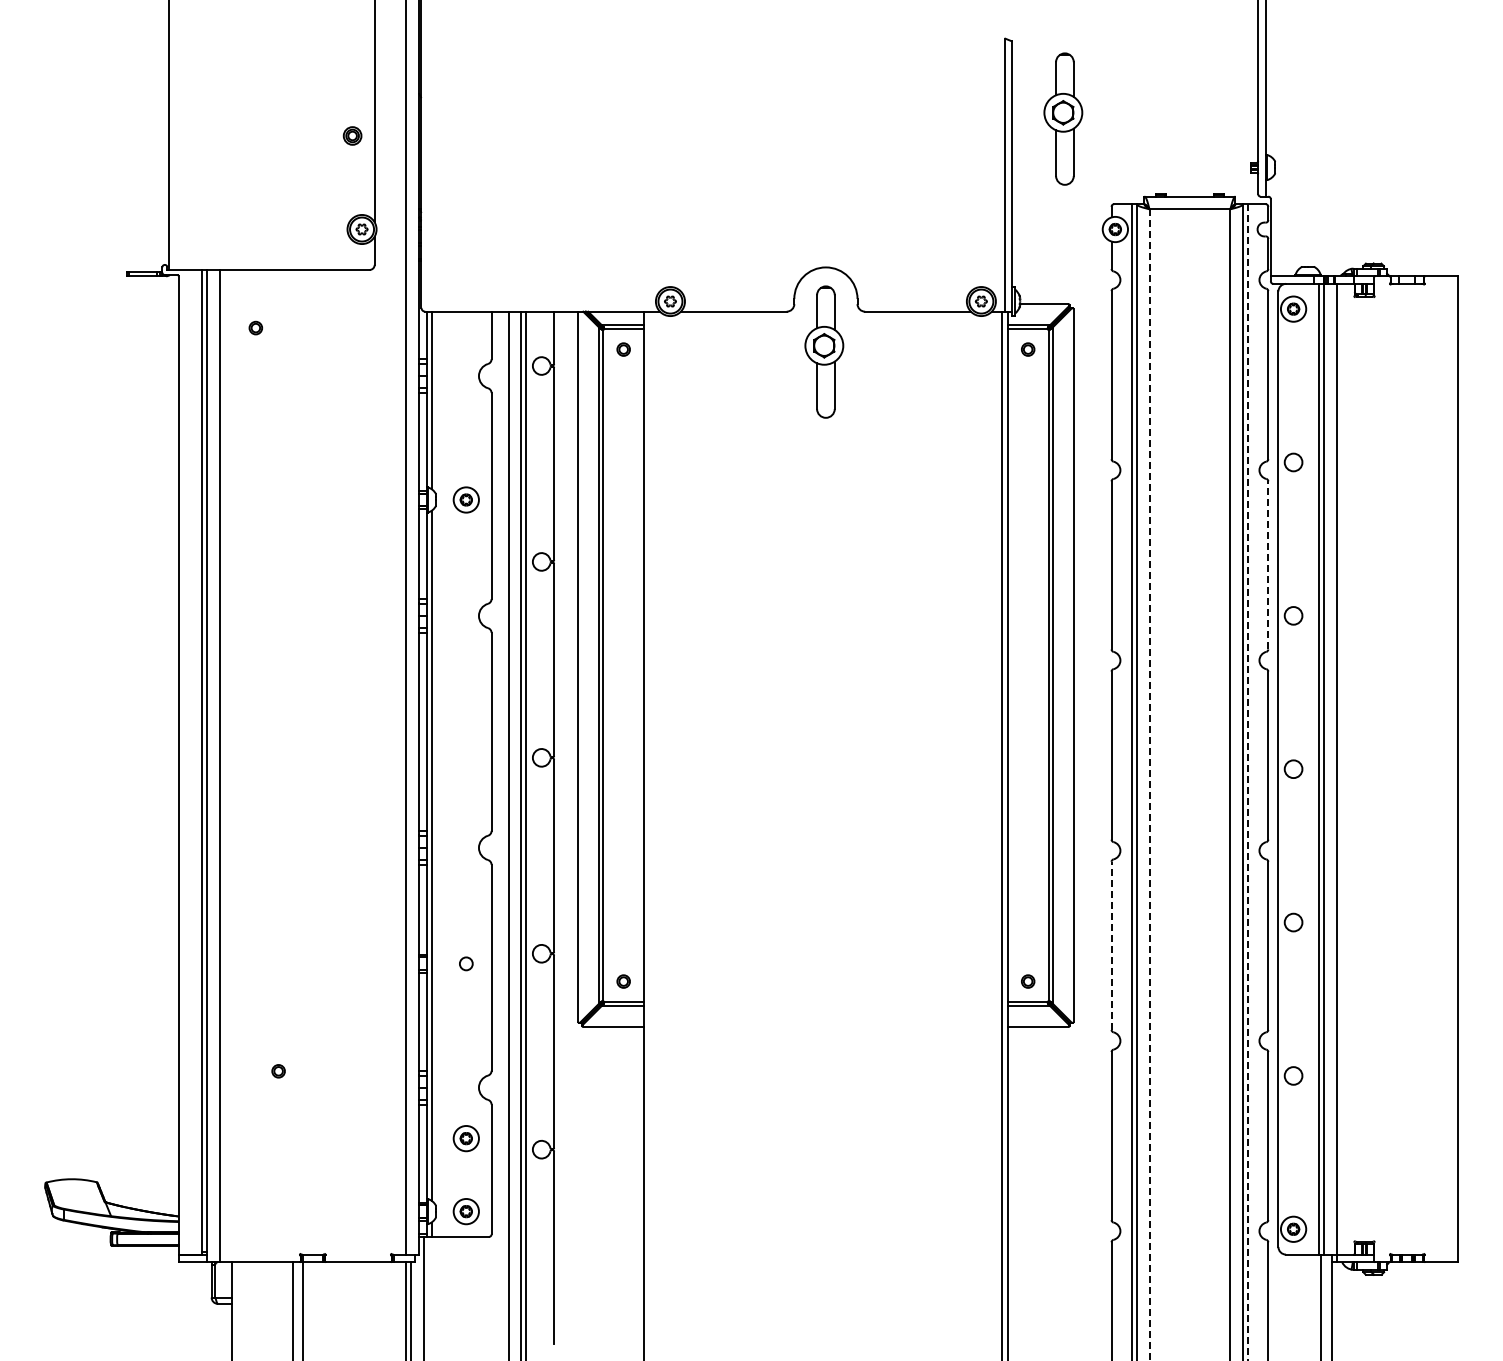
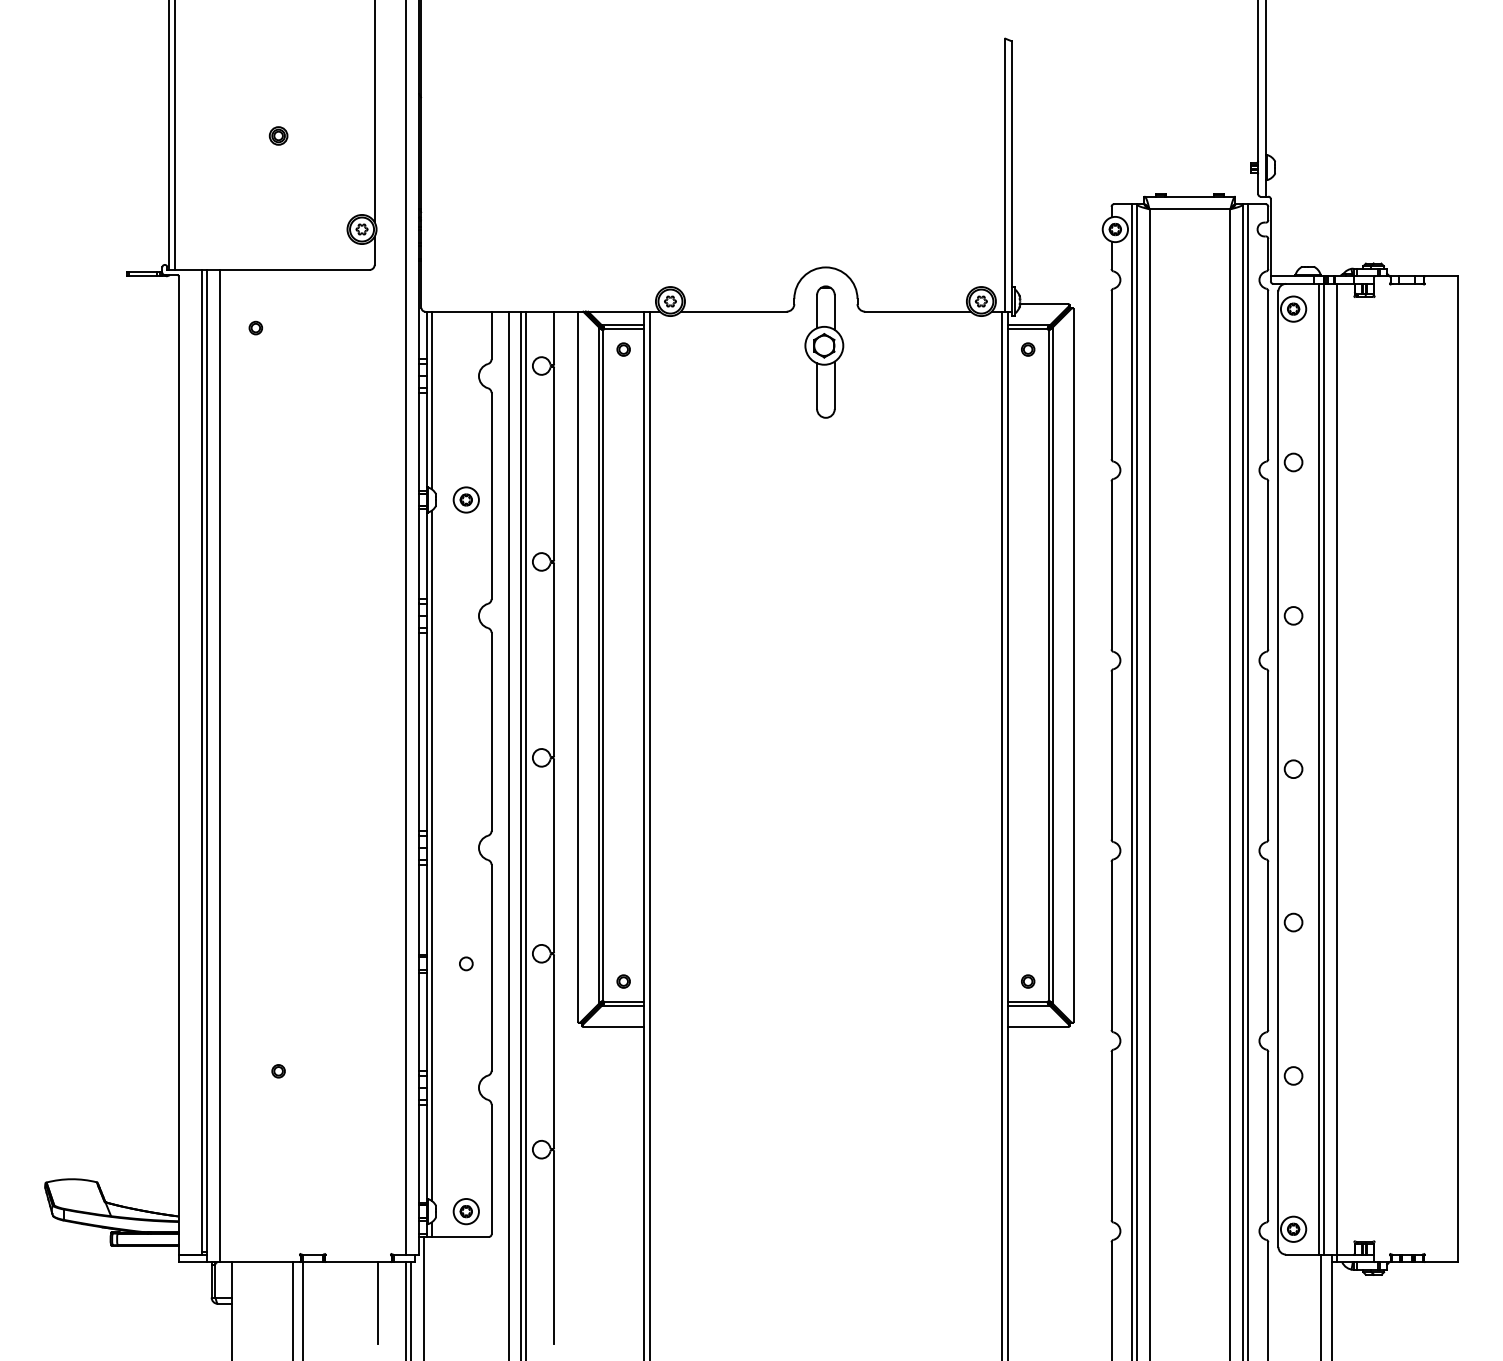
part at (1063, 118): present -> none
line at (174, 135): none -> present
part at (352, 135) position: (352, 135) -> (278, 135)
line at (1268, 564): dashed -> solid
line at (1248, 782): dashed -> solid
line at (1149, 784): dashed -> solid
line at (650, 834): none -> present
line at (1111, 945): dashed -> solid
part at (465, 1138): present -> none
line at (378, 1302): none -> present
